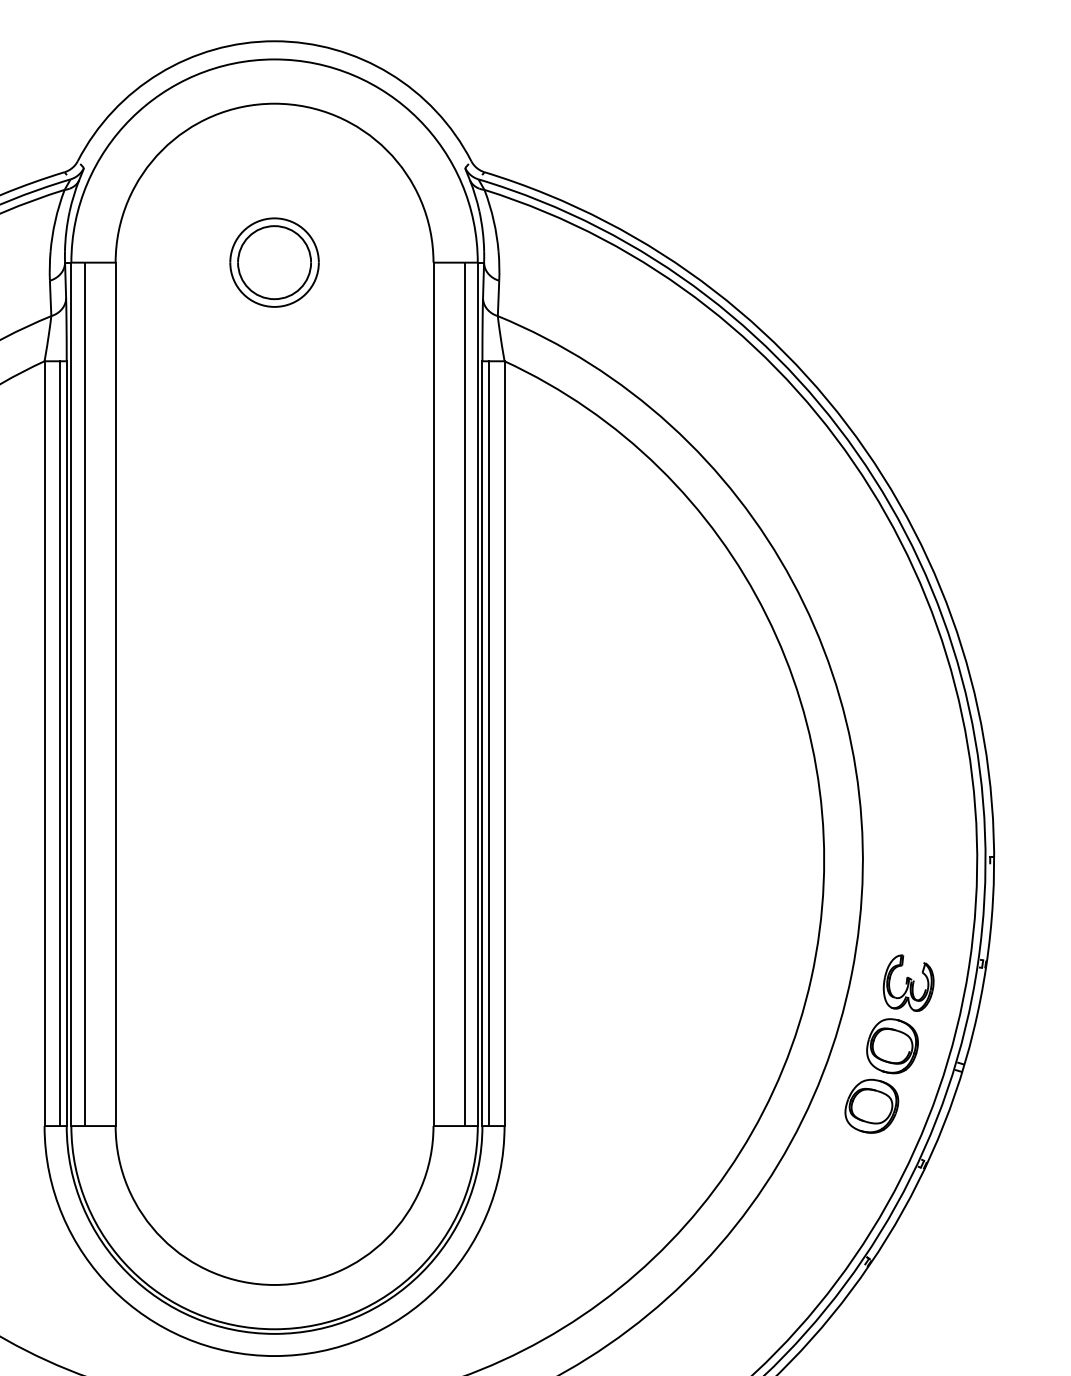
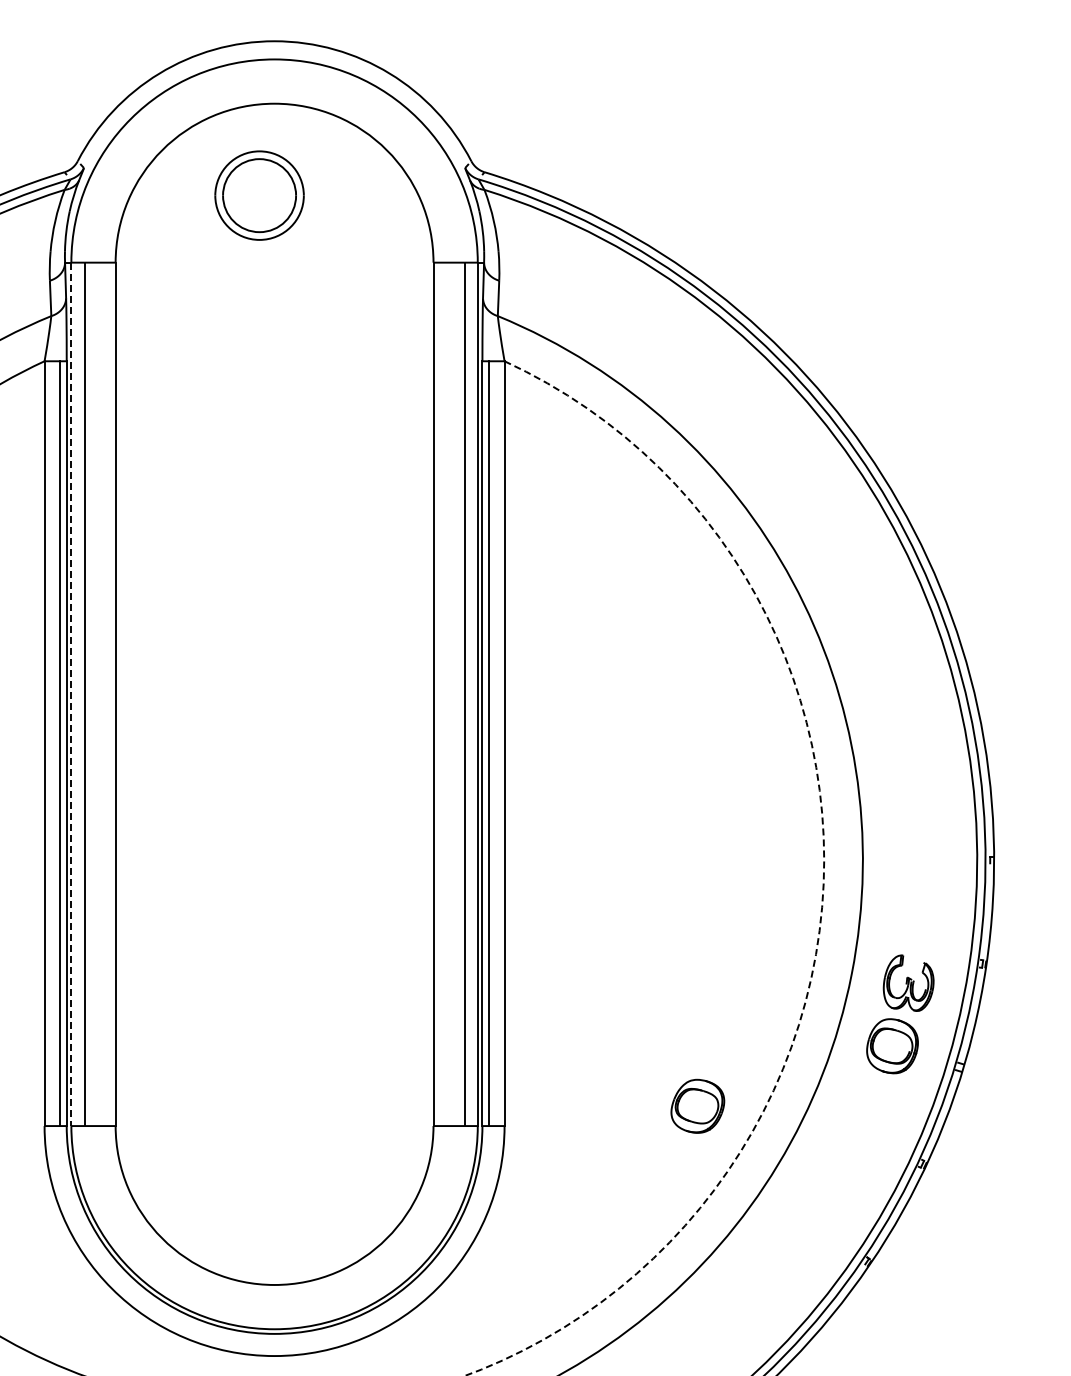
part at (274, 262) position: (274, 262) -> (259, 195)
line at (71, 694): solid -> dashed
arc at (823, 881): solid -> dashed
part at (871, 1105) position: (871, 1105) -> (697, 1105)
